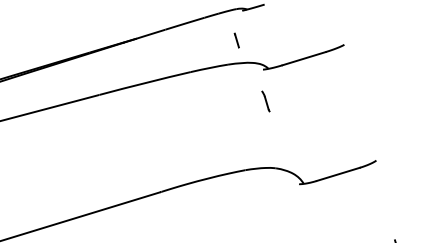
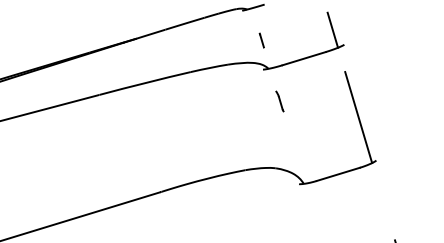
line at (332, 29): none -> present
line at (236, 40) position: (236, 40) -> (261, 40)
line at (265, 101) position: (265, 101) -> (279, 101)
line at (358, 117): none -> present
